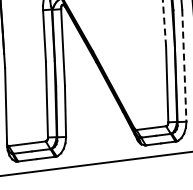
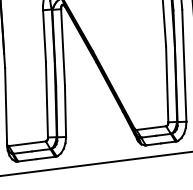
line at (164, 23): dashed -> solid
line at (184, 66): dashed -> solid
